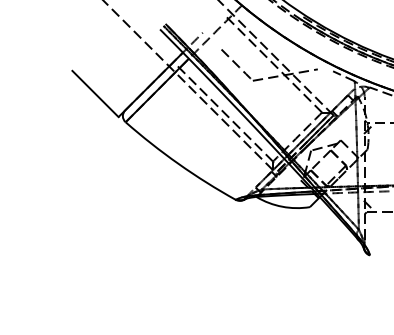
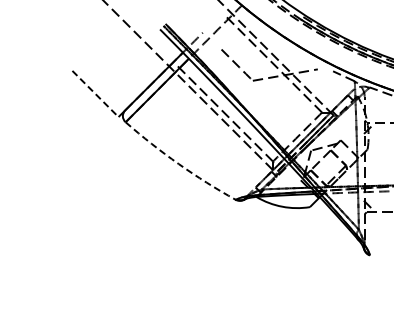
line at (95, 94): solid -> dashed
arc at (178, 164): solid -> dashed
